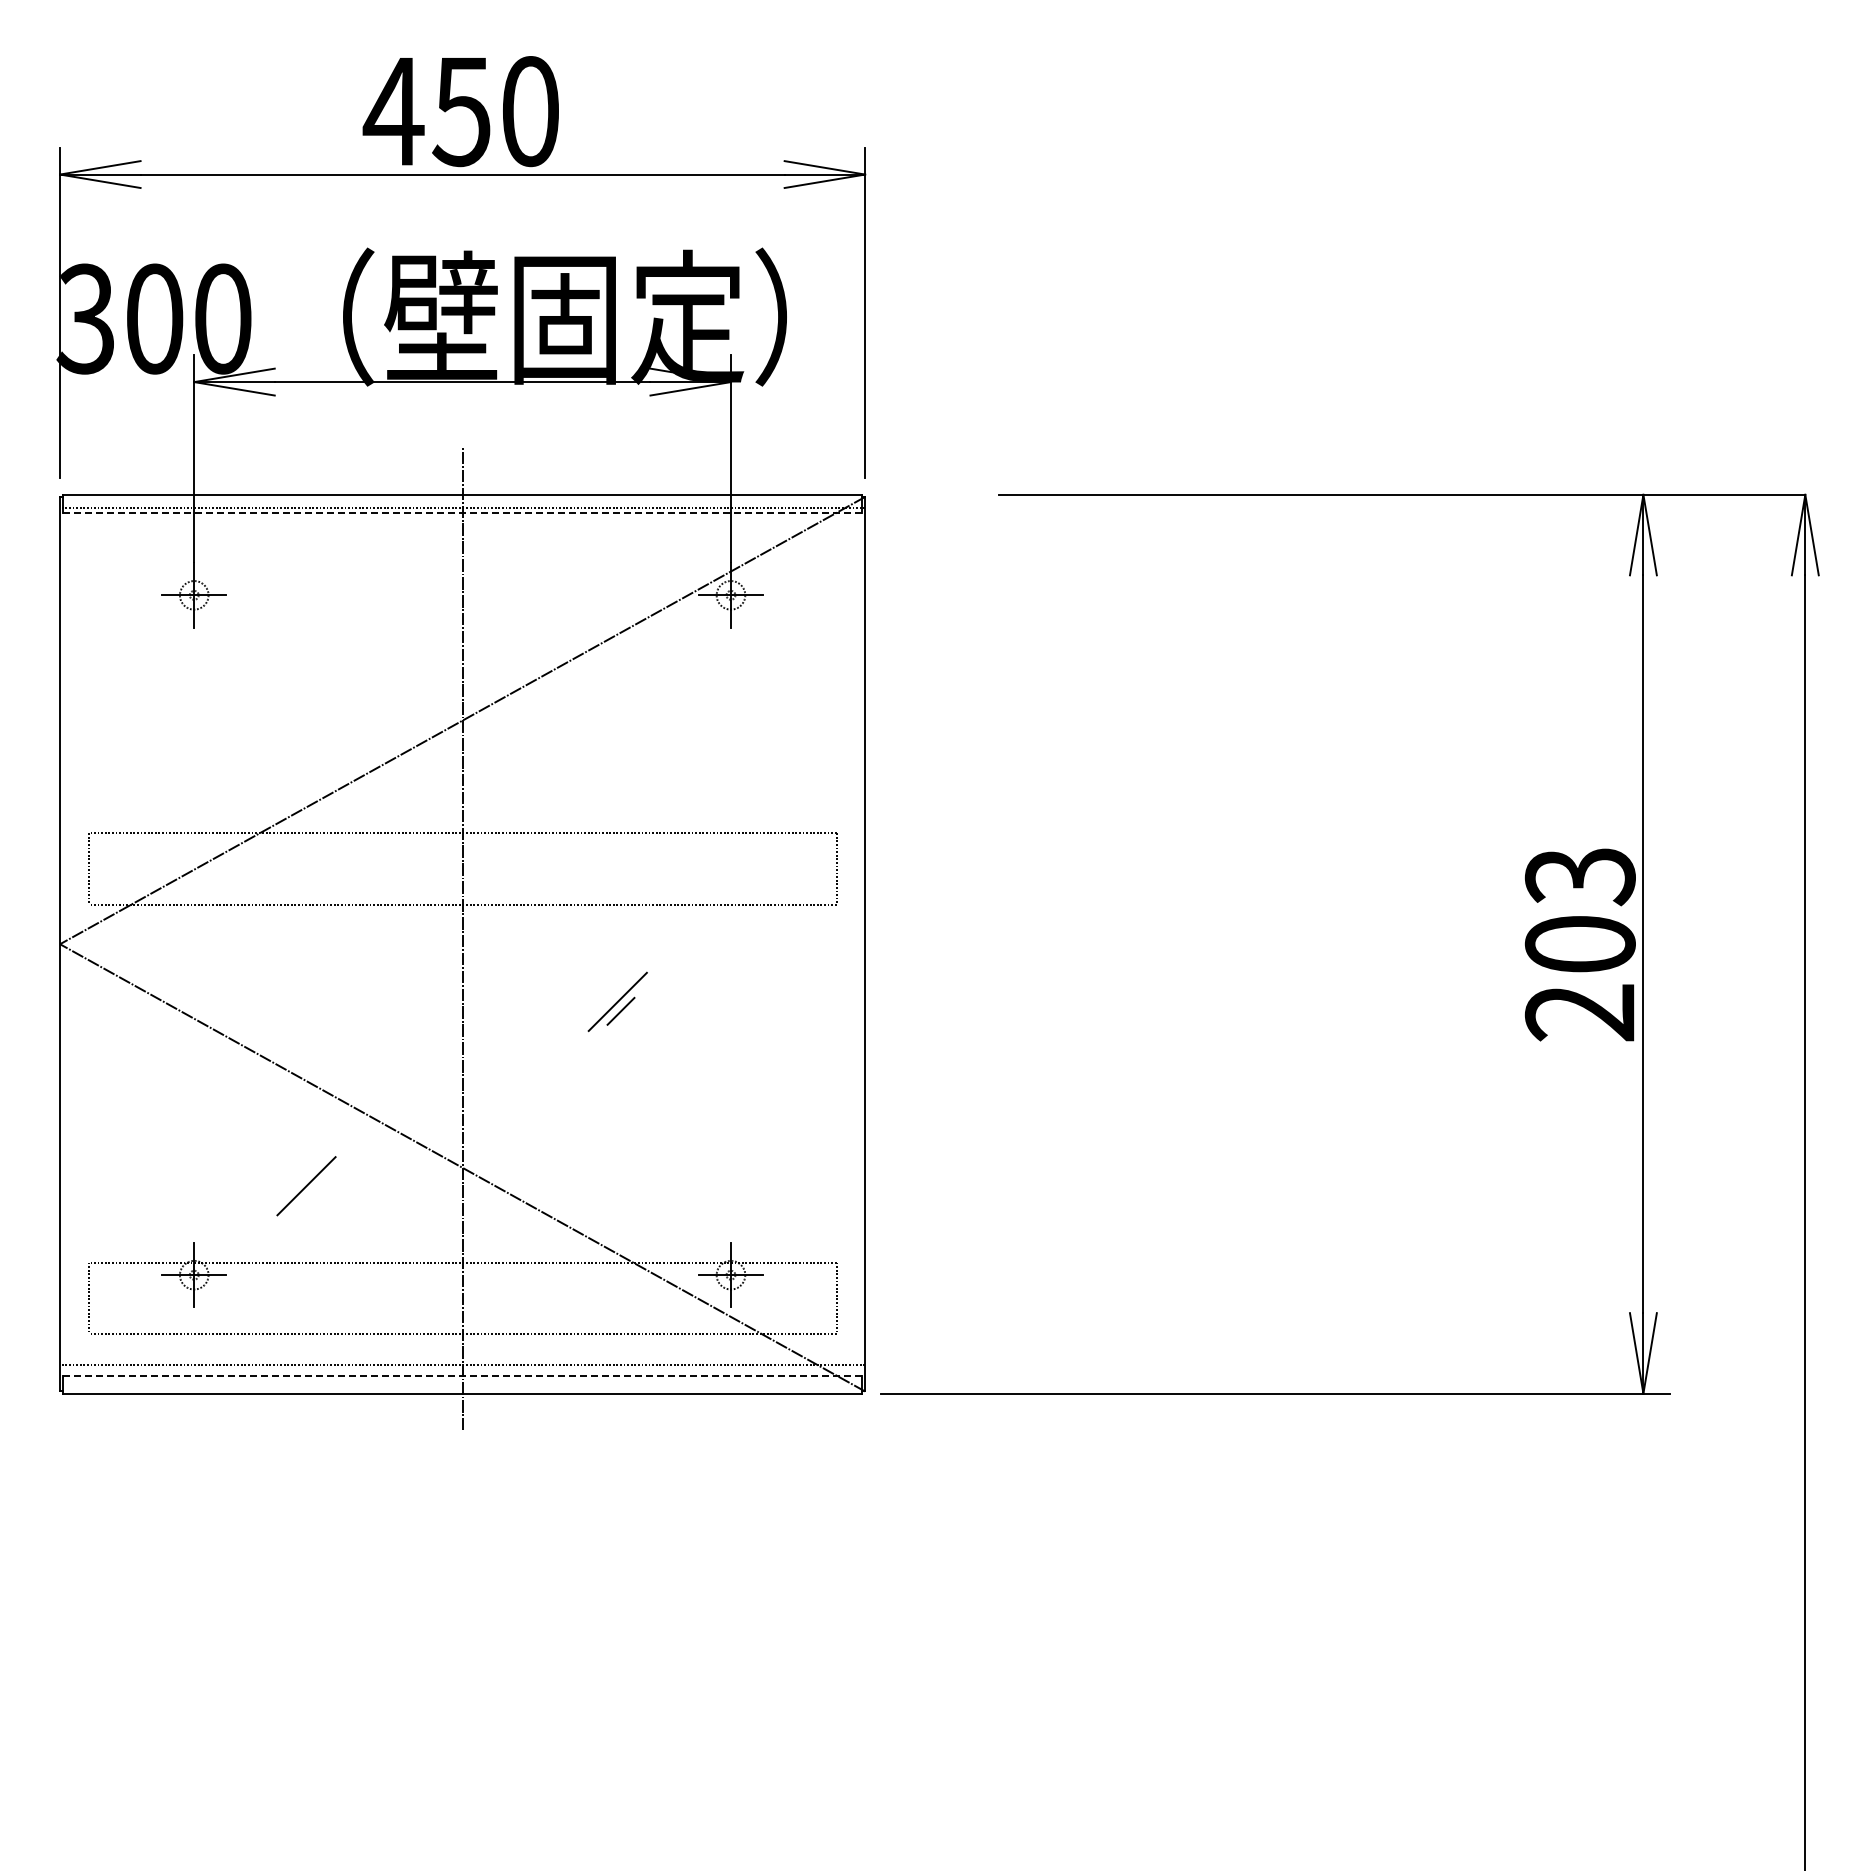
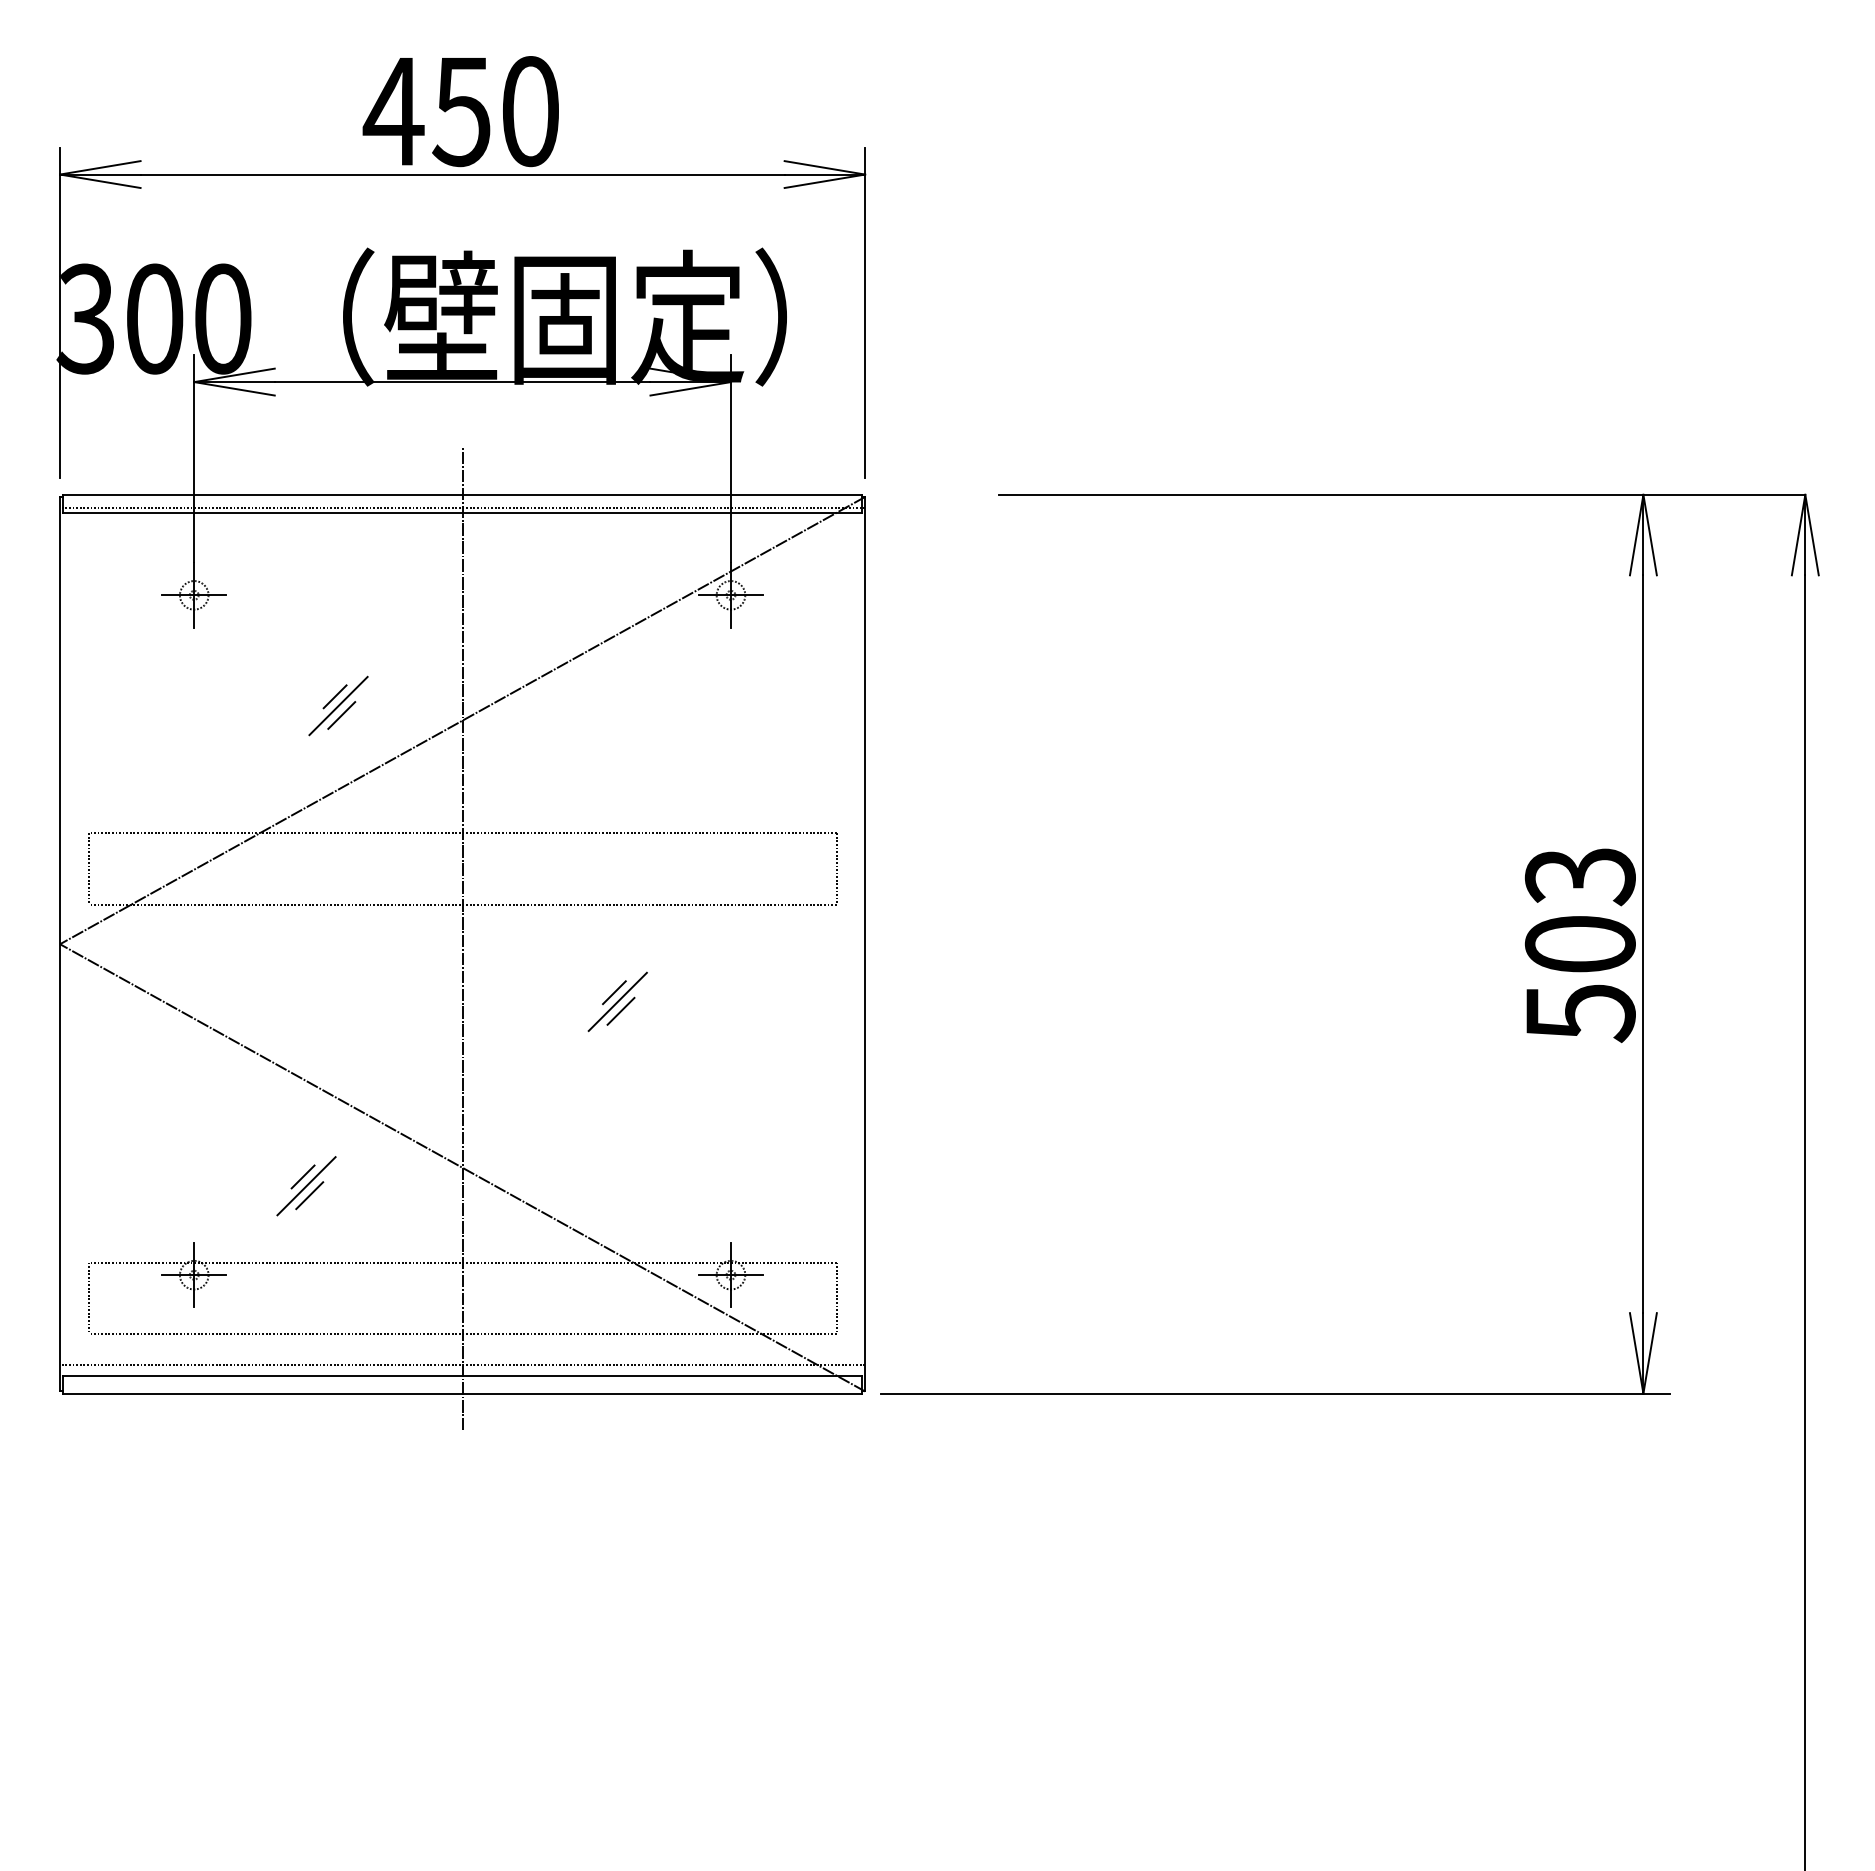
line at (462, 512): dashed -> solid
part at (338, 705): none -> present
line at (614, 992): none -> present
text at (1579, 1013): 203 -> 503
line at (302, 1176): none -> present
line at (309, 1195): none -> present
line at (462, 1375): dashed -> solid
